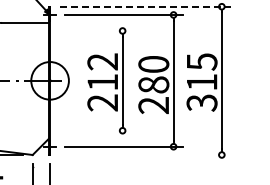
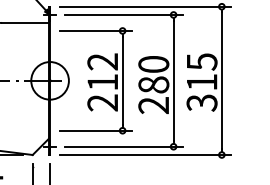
line at (145, 6): dashed -> solid
line at (95, 30): none -> present
line at (95, 130): none -> present
line at (145, 154): none -> present
